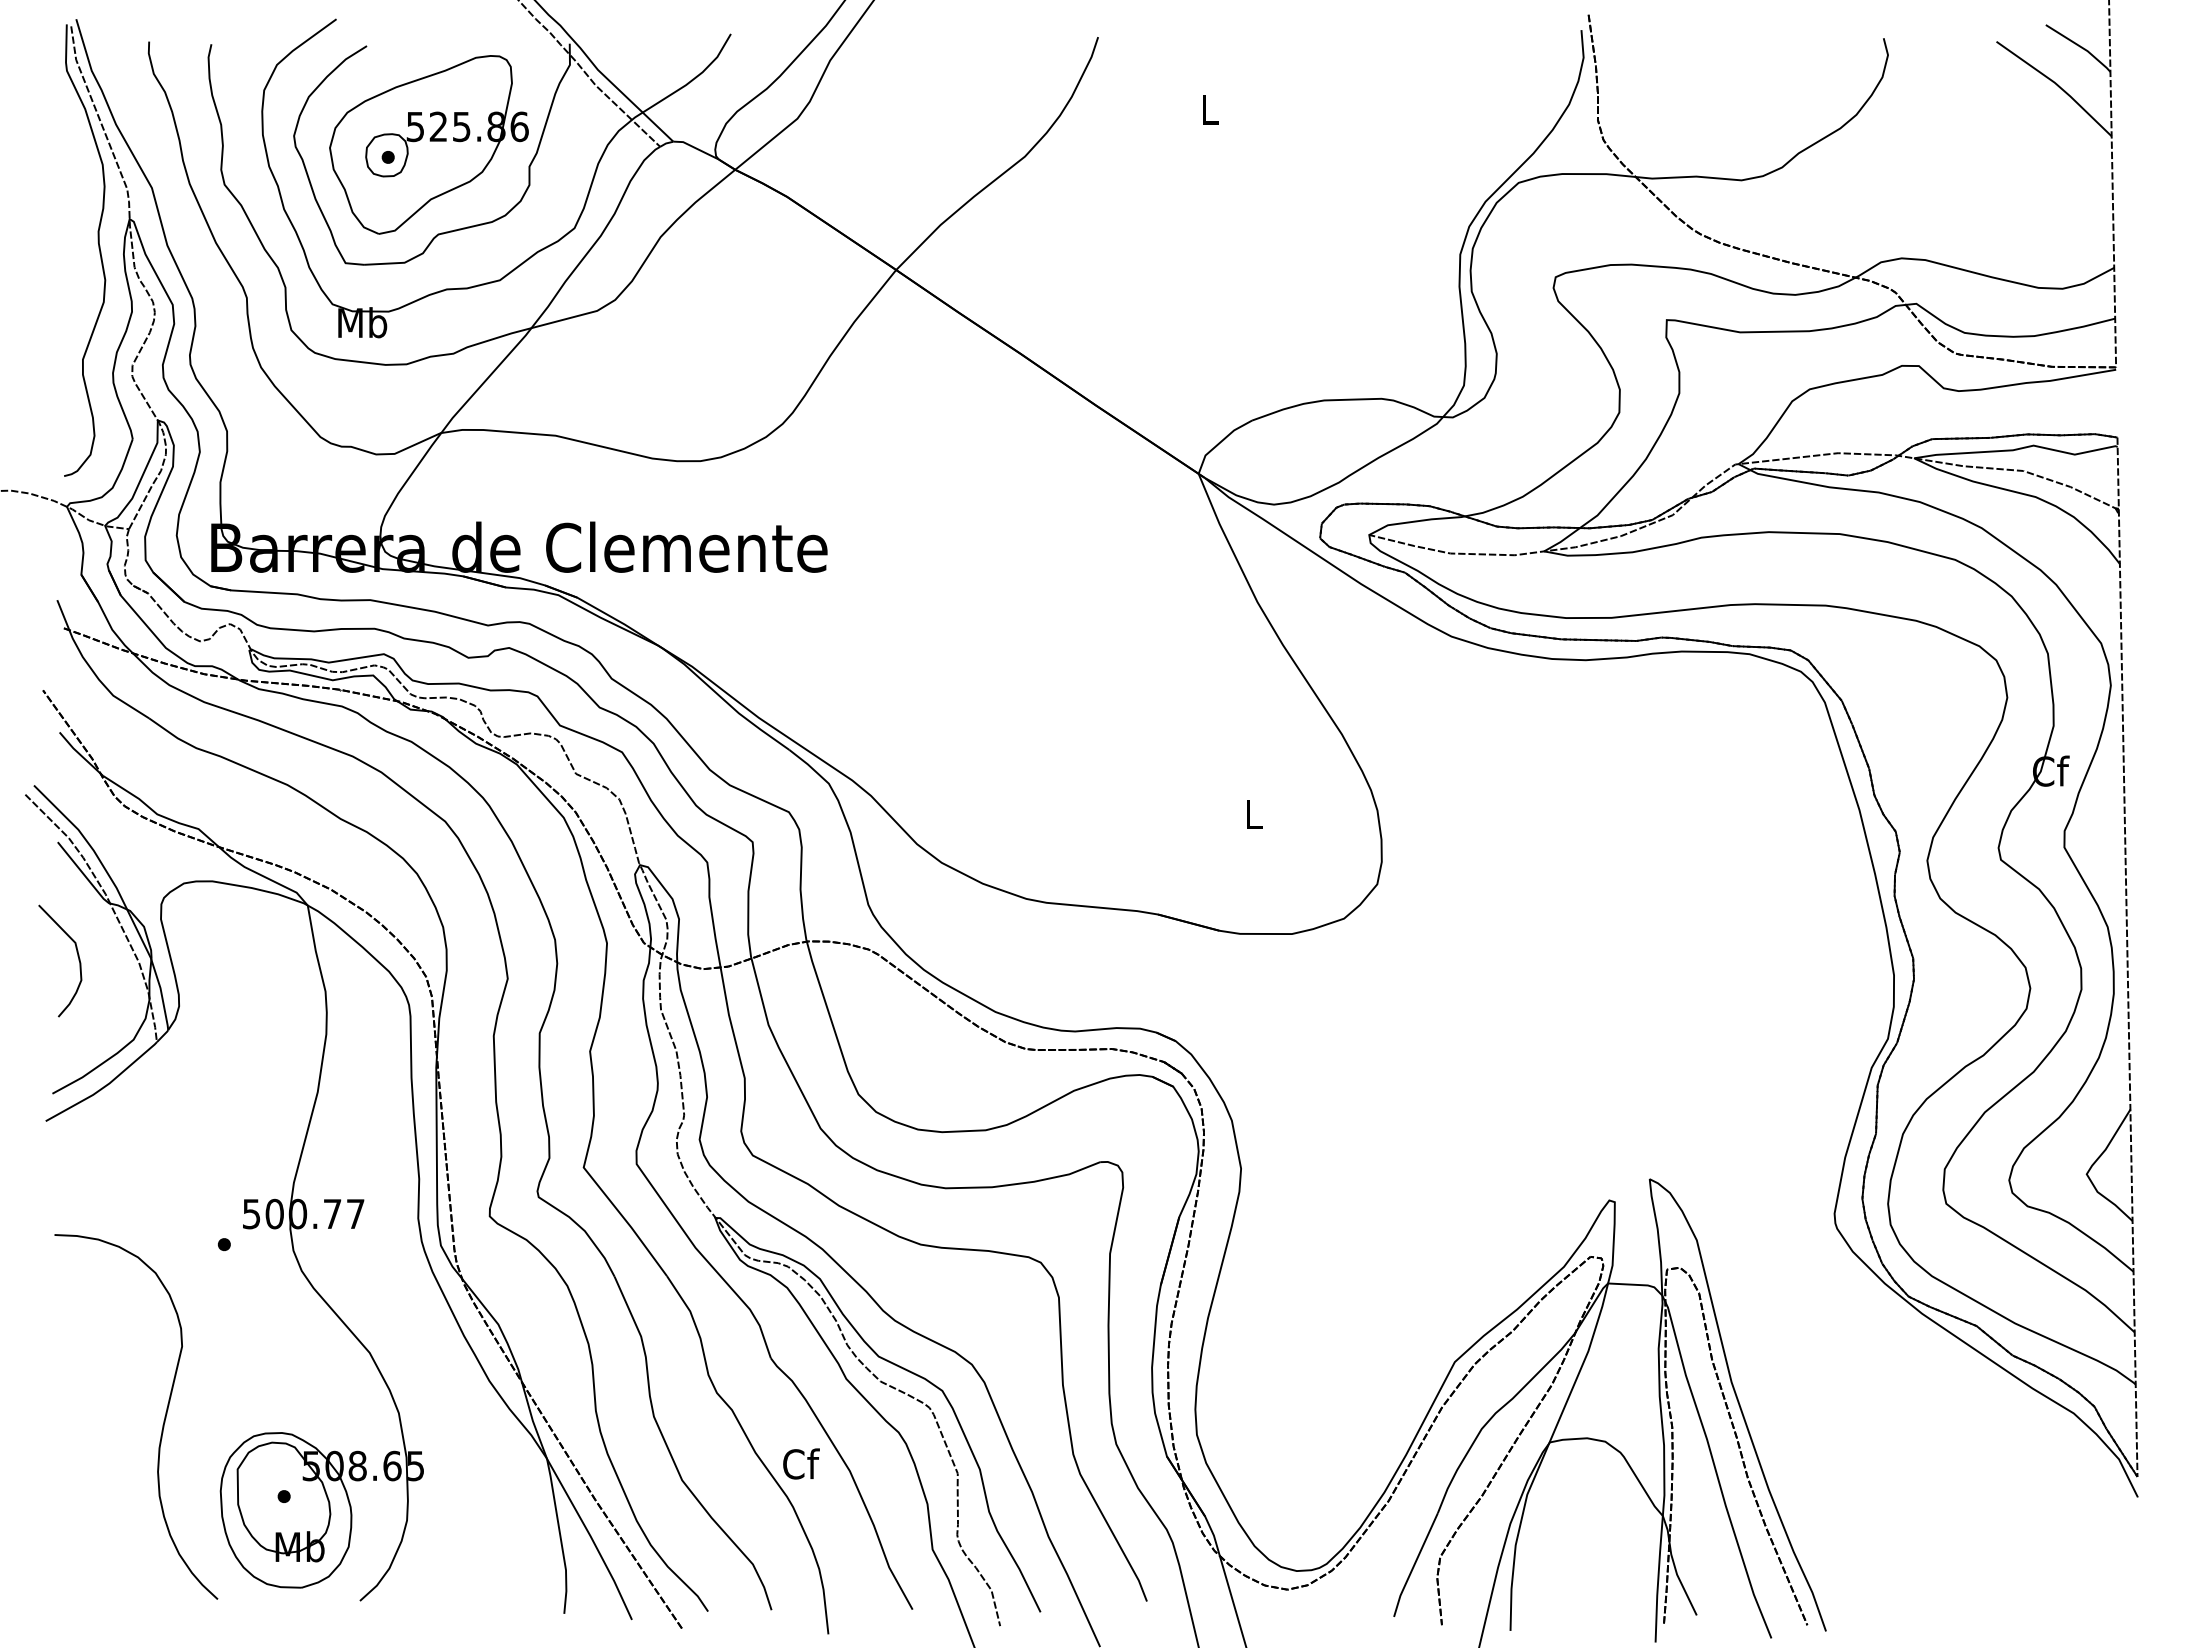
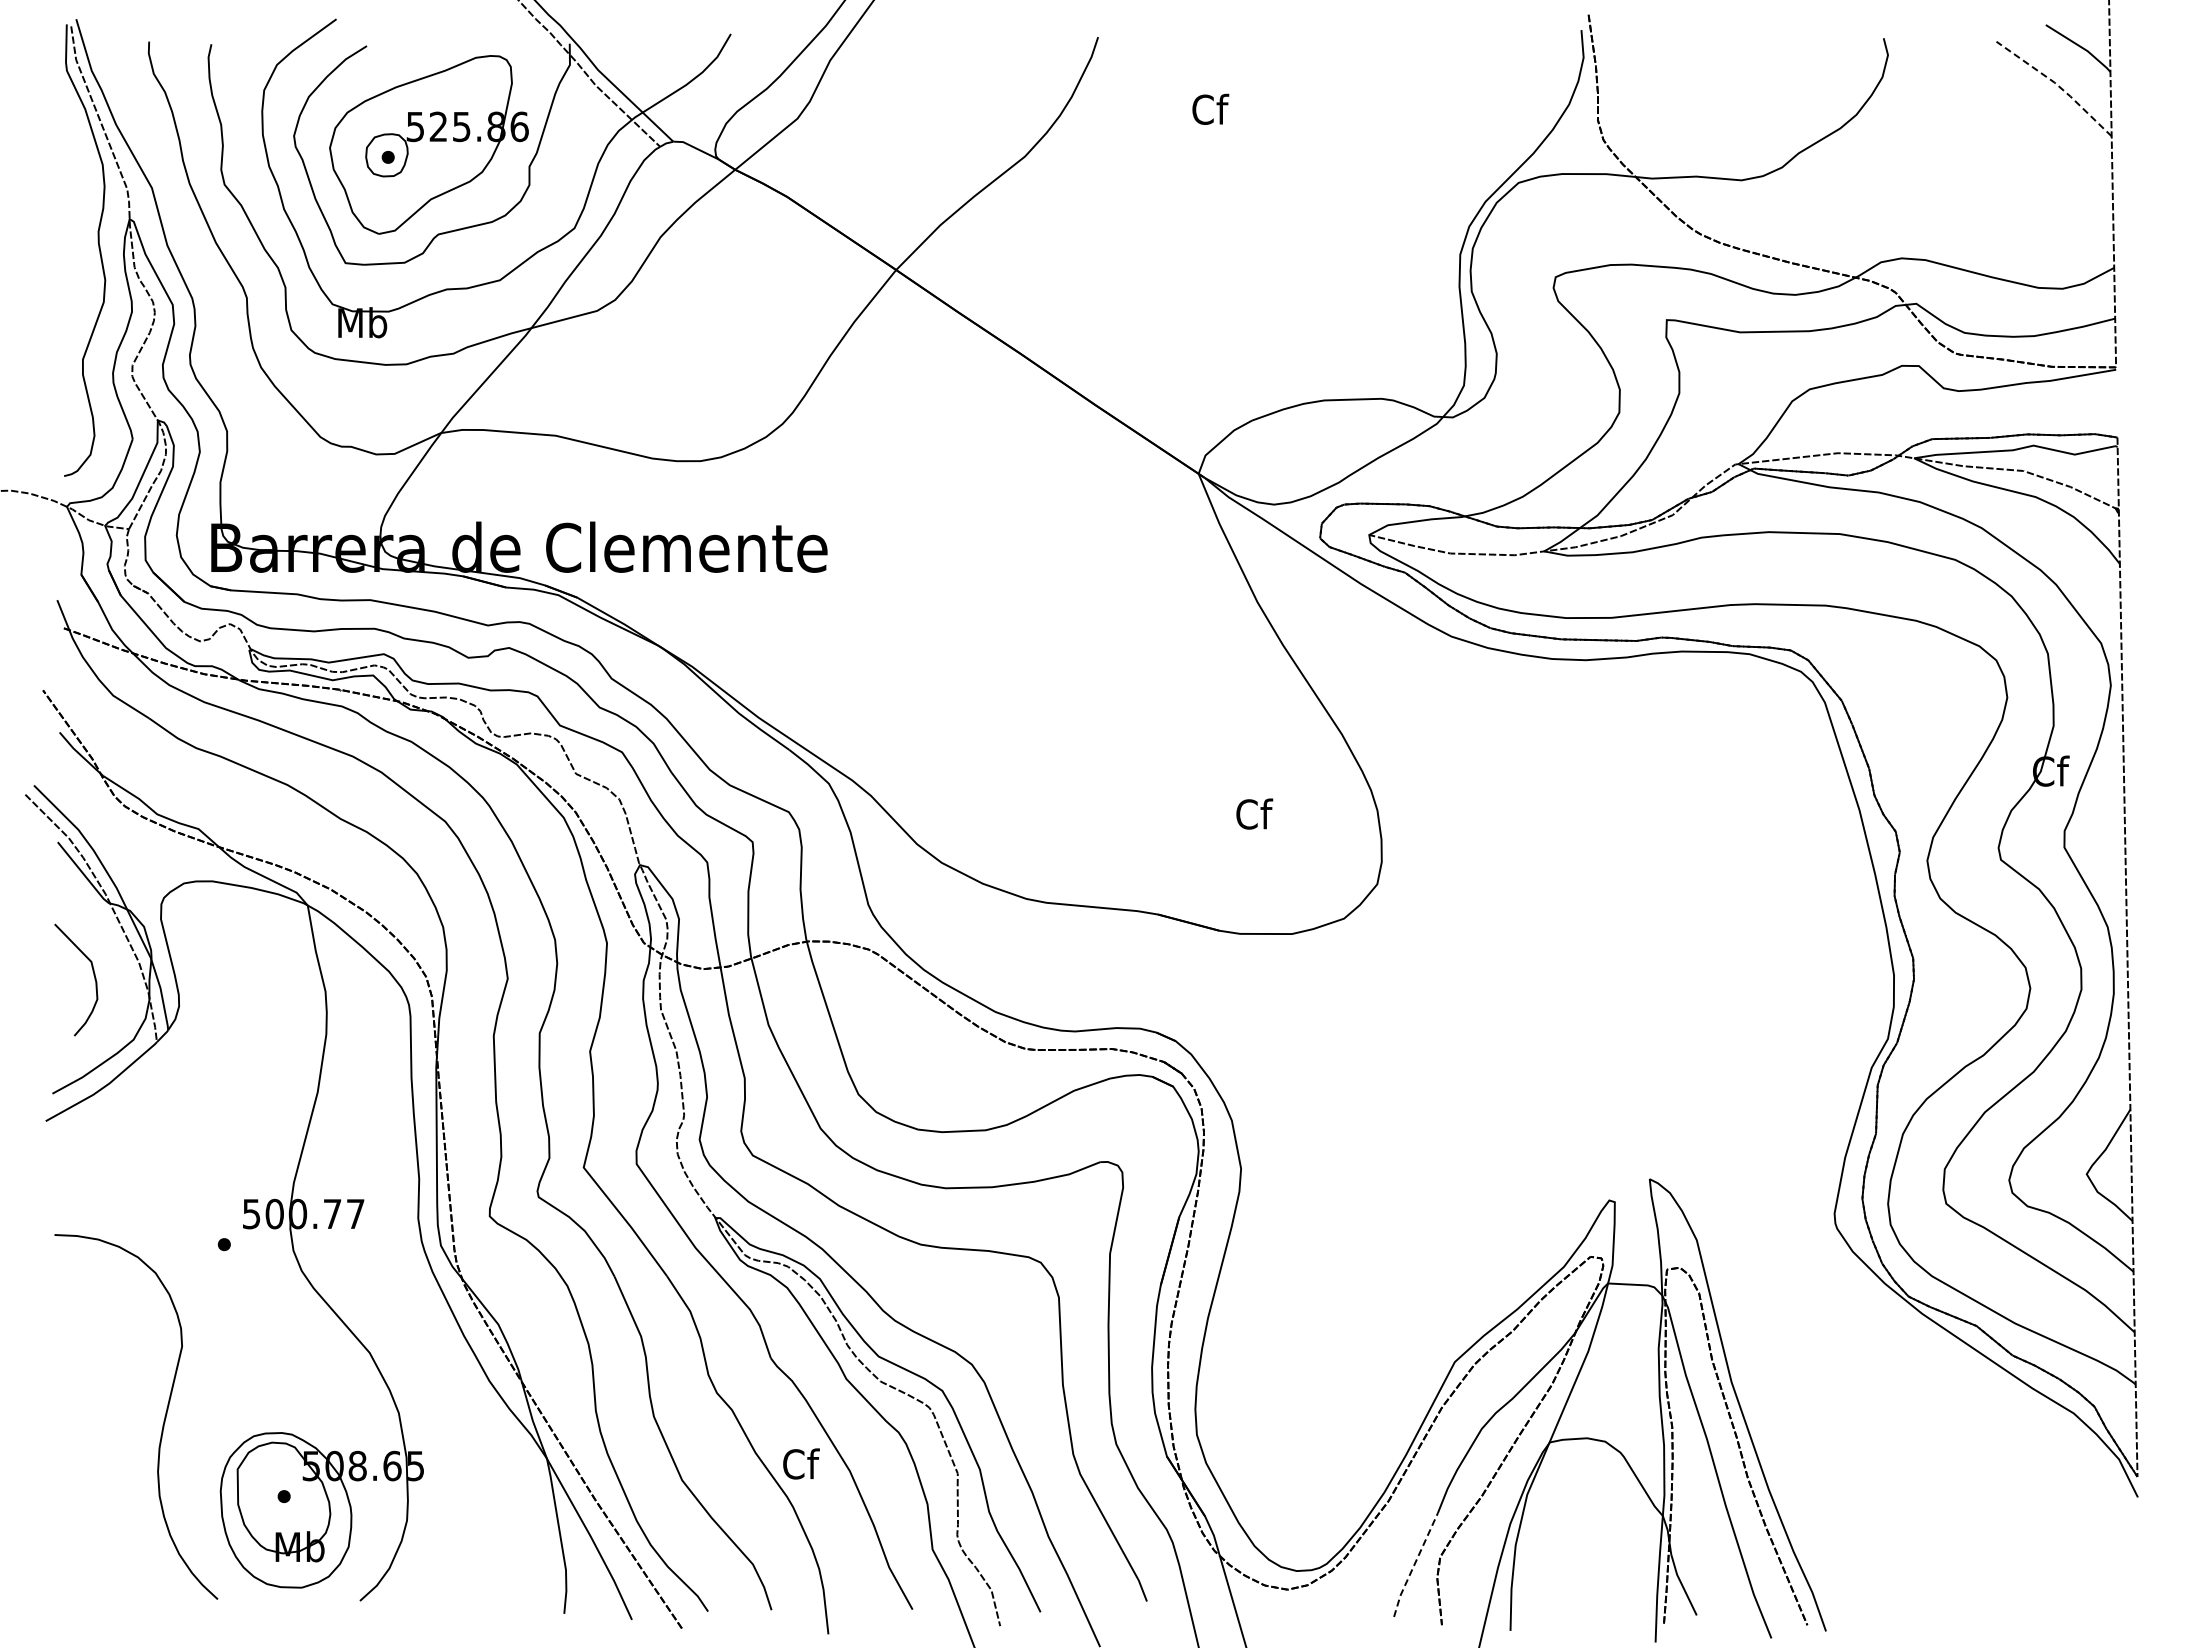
line at (2056, 84): solid -> dashed
text at (1210, 108): L -> Cf
text at (1254, 813): L -> Cf
curve at (77, 956) position: (77, 956) -> (93, 975)
line at (1414, 1564): solid -> dashed
